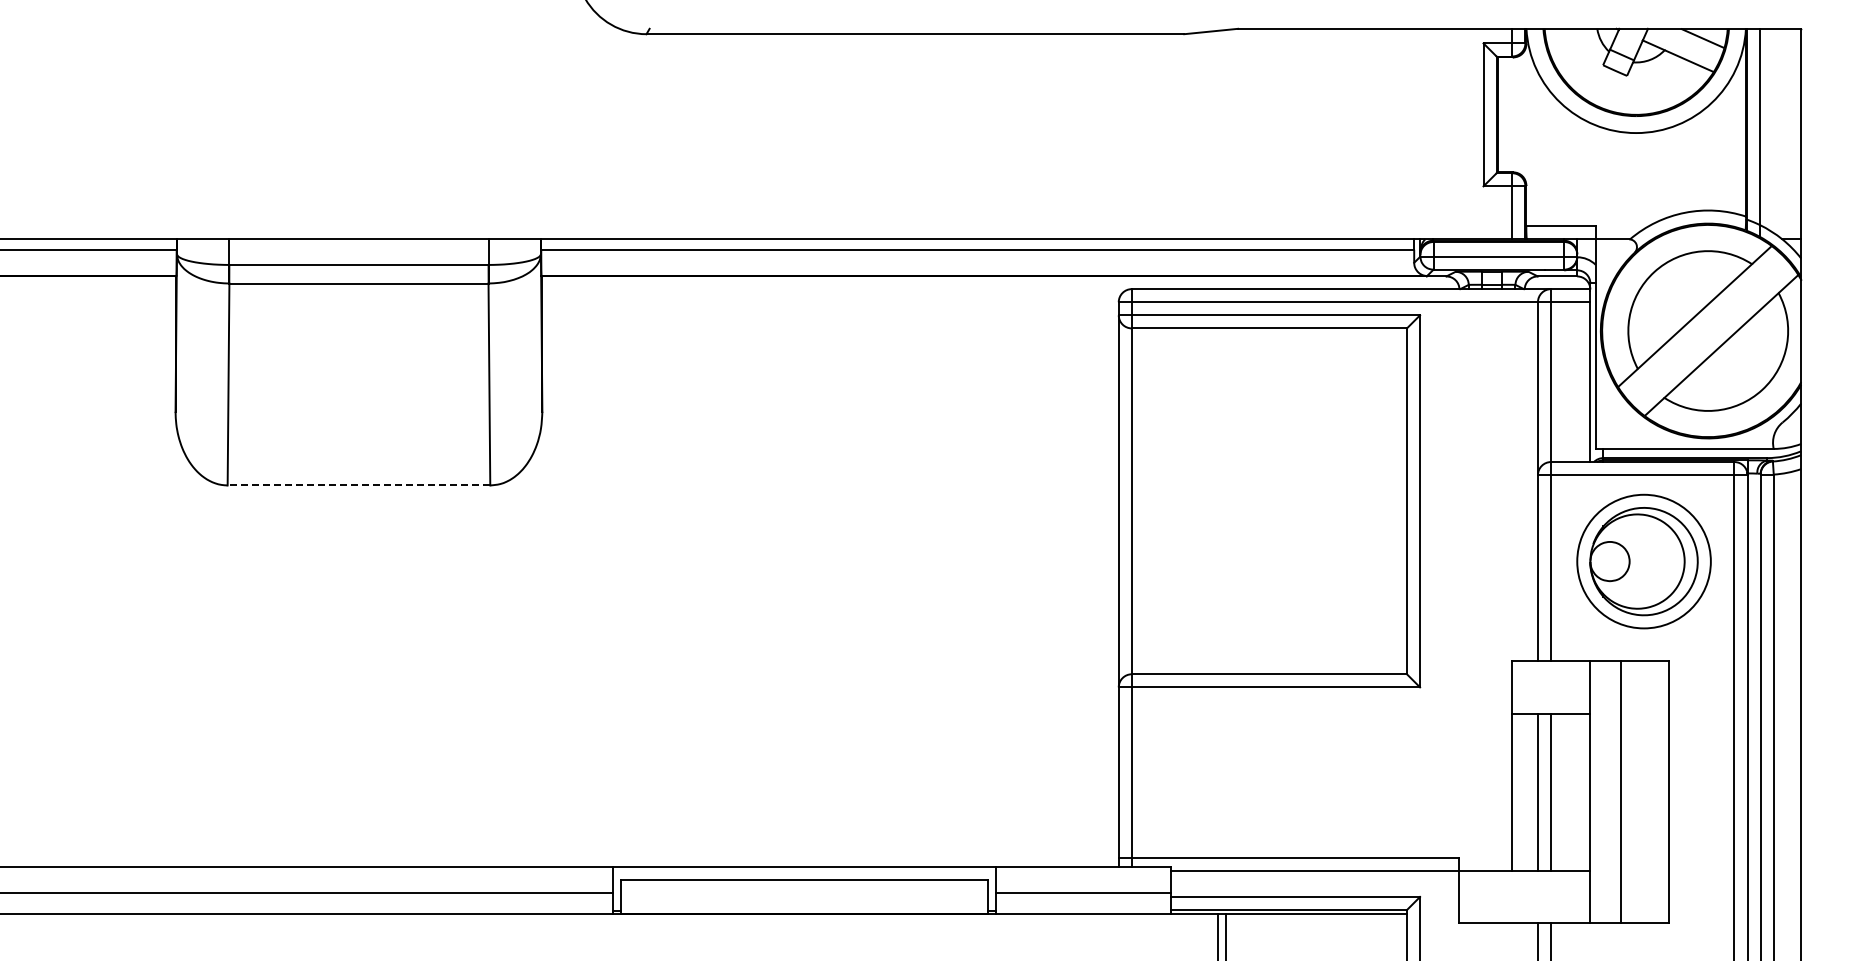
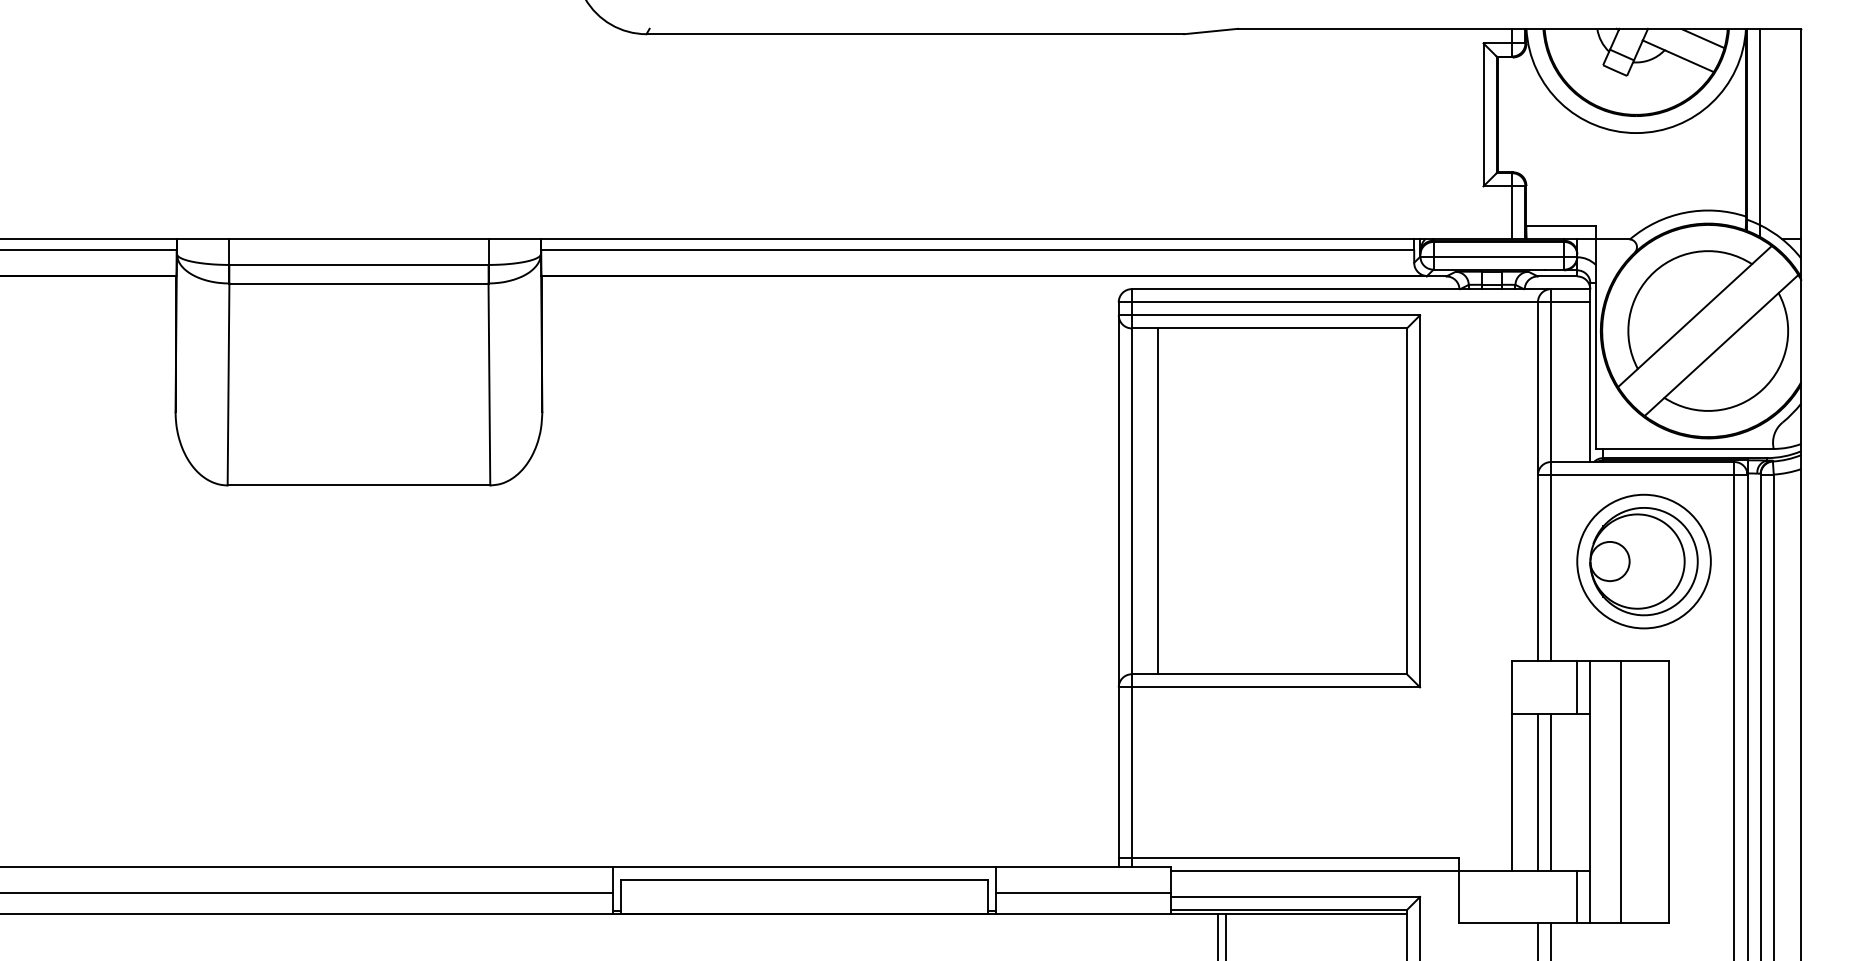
line at (358, 485): dashed -> solid
line at (1158, 501): none -> present
line at (1577, 687): none -> present
line at (1577, 896): none -> present
